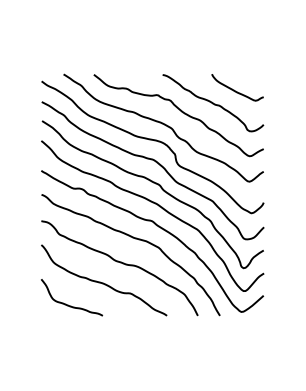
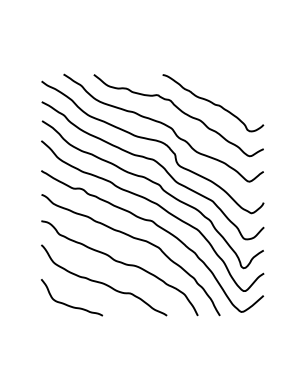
curve at (234, 89): present -> none
